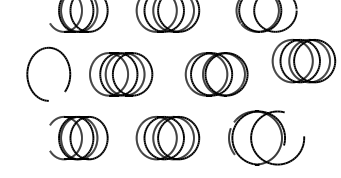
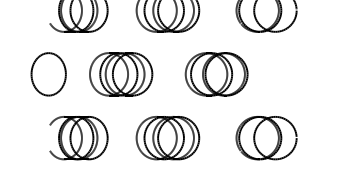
part at (303, 61): present -> none
part at (48, 73) size: 46x56 px -> 37x45 px
part at (266, 137) size: 78x56 px -> 63x45 px
